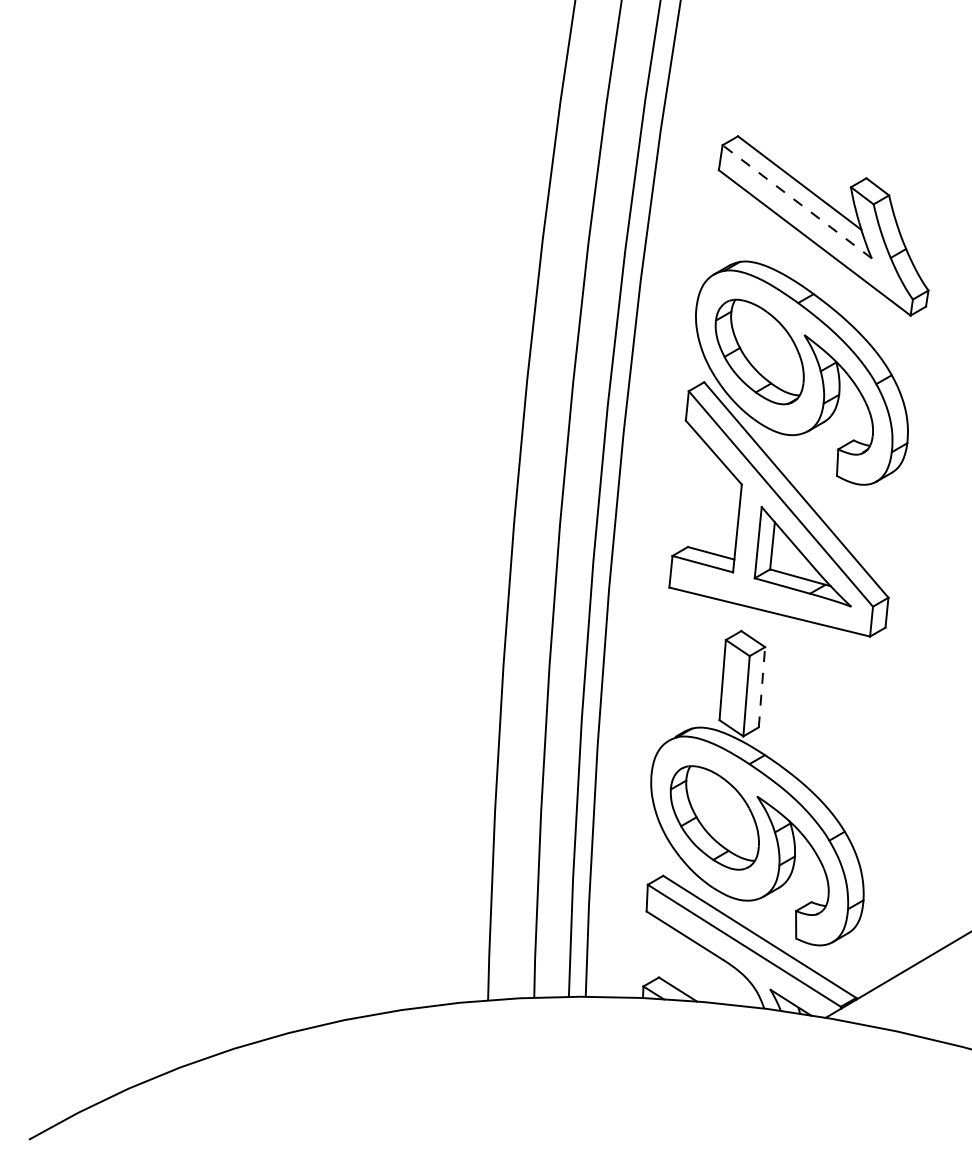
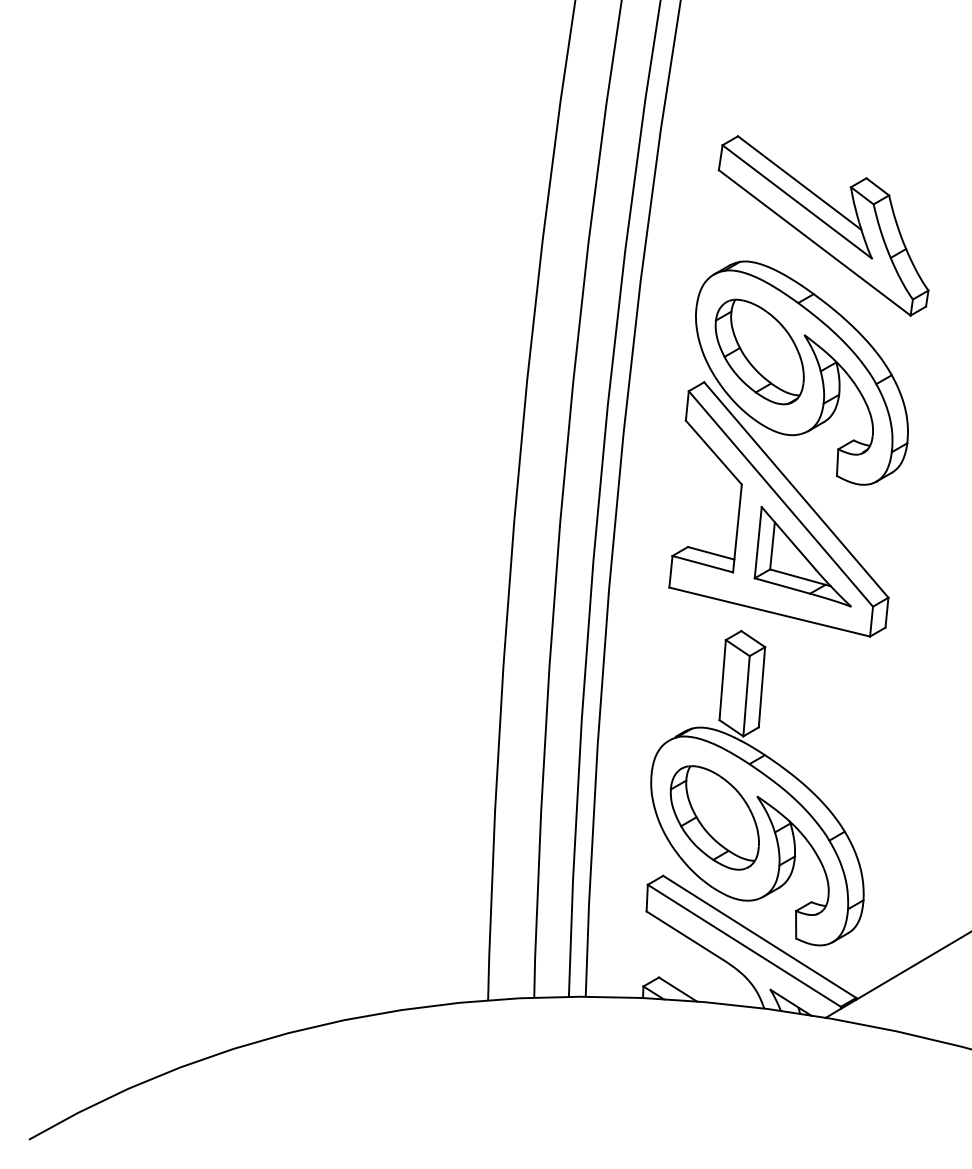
line at (797, 201): dashed -> solid
line at (762, 686): dashed -> solid
